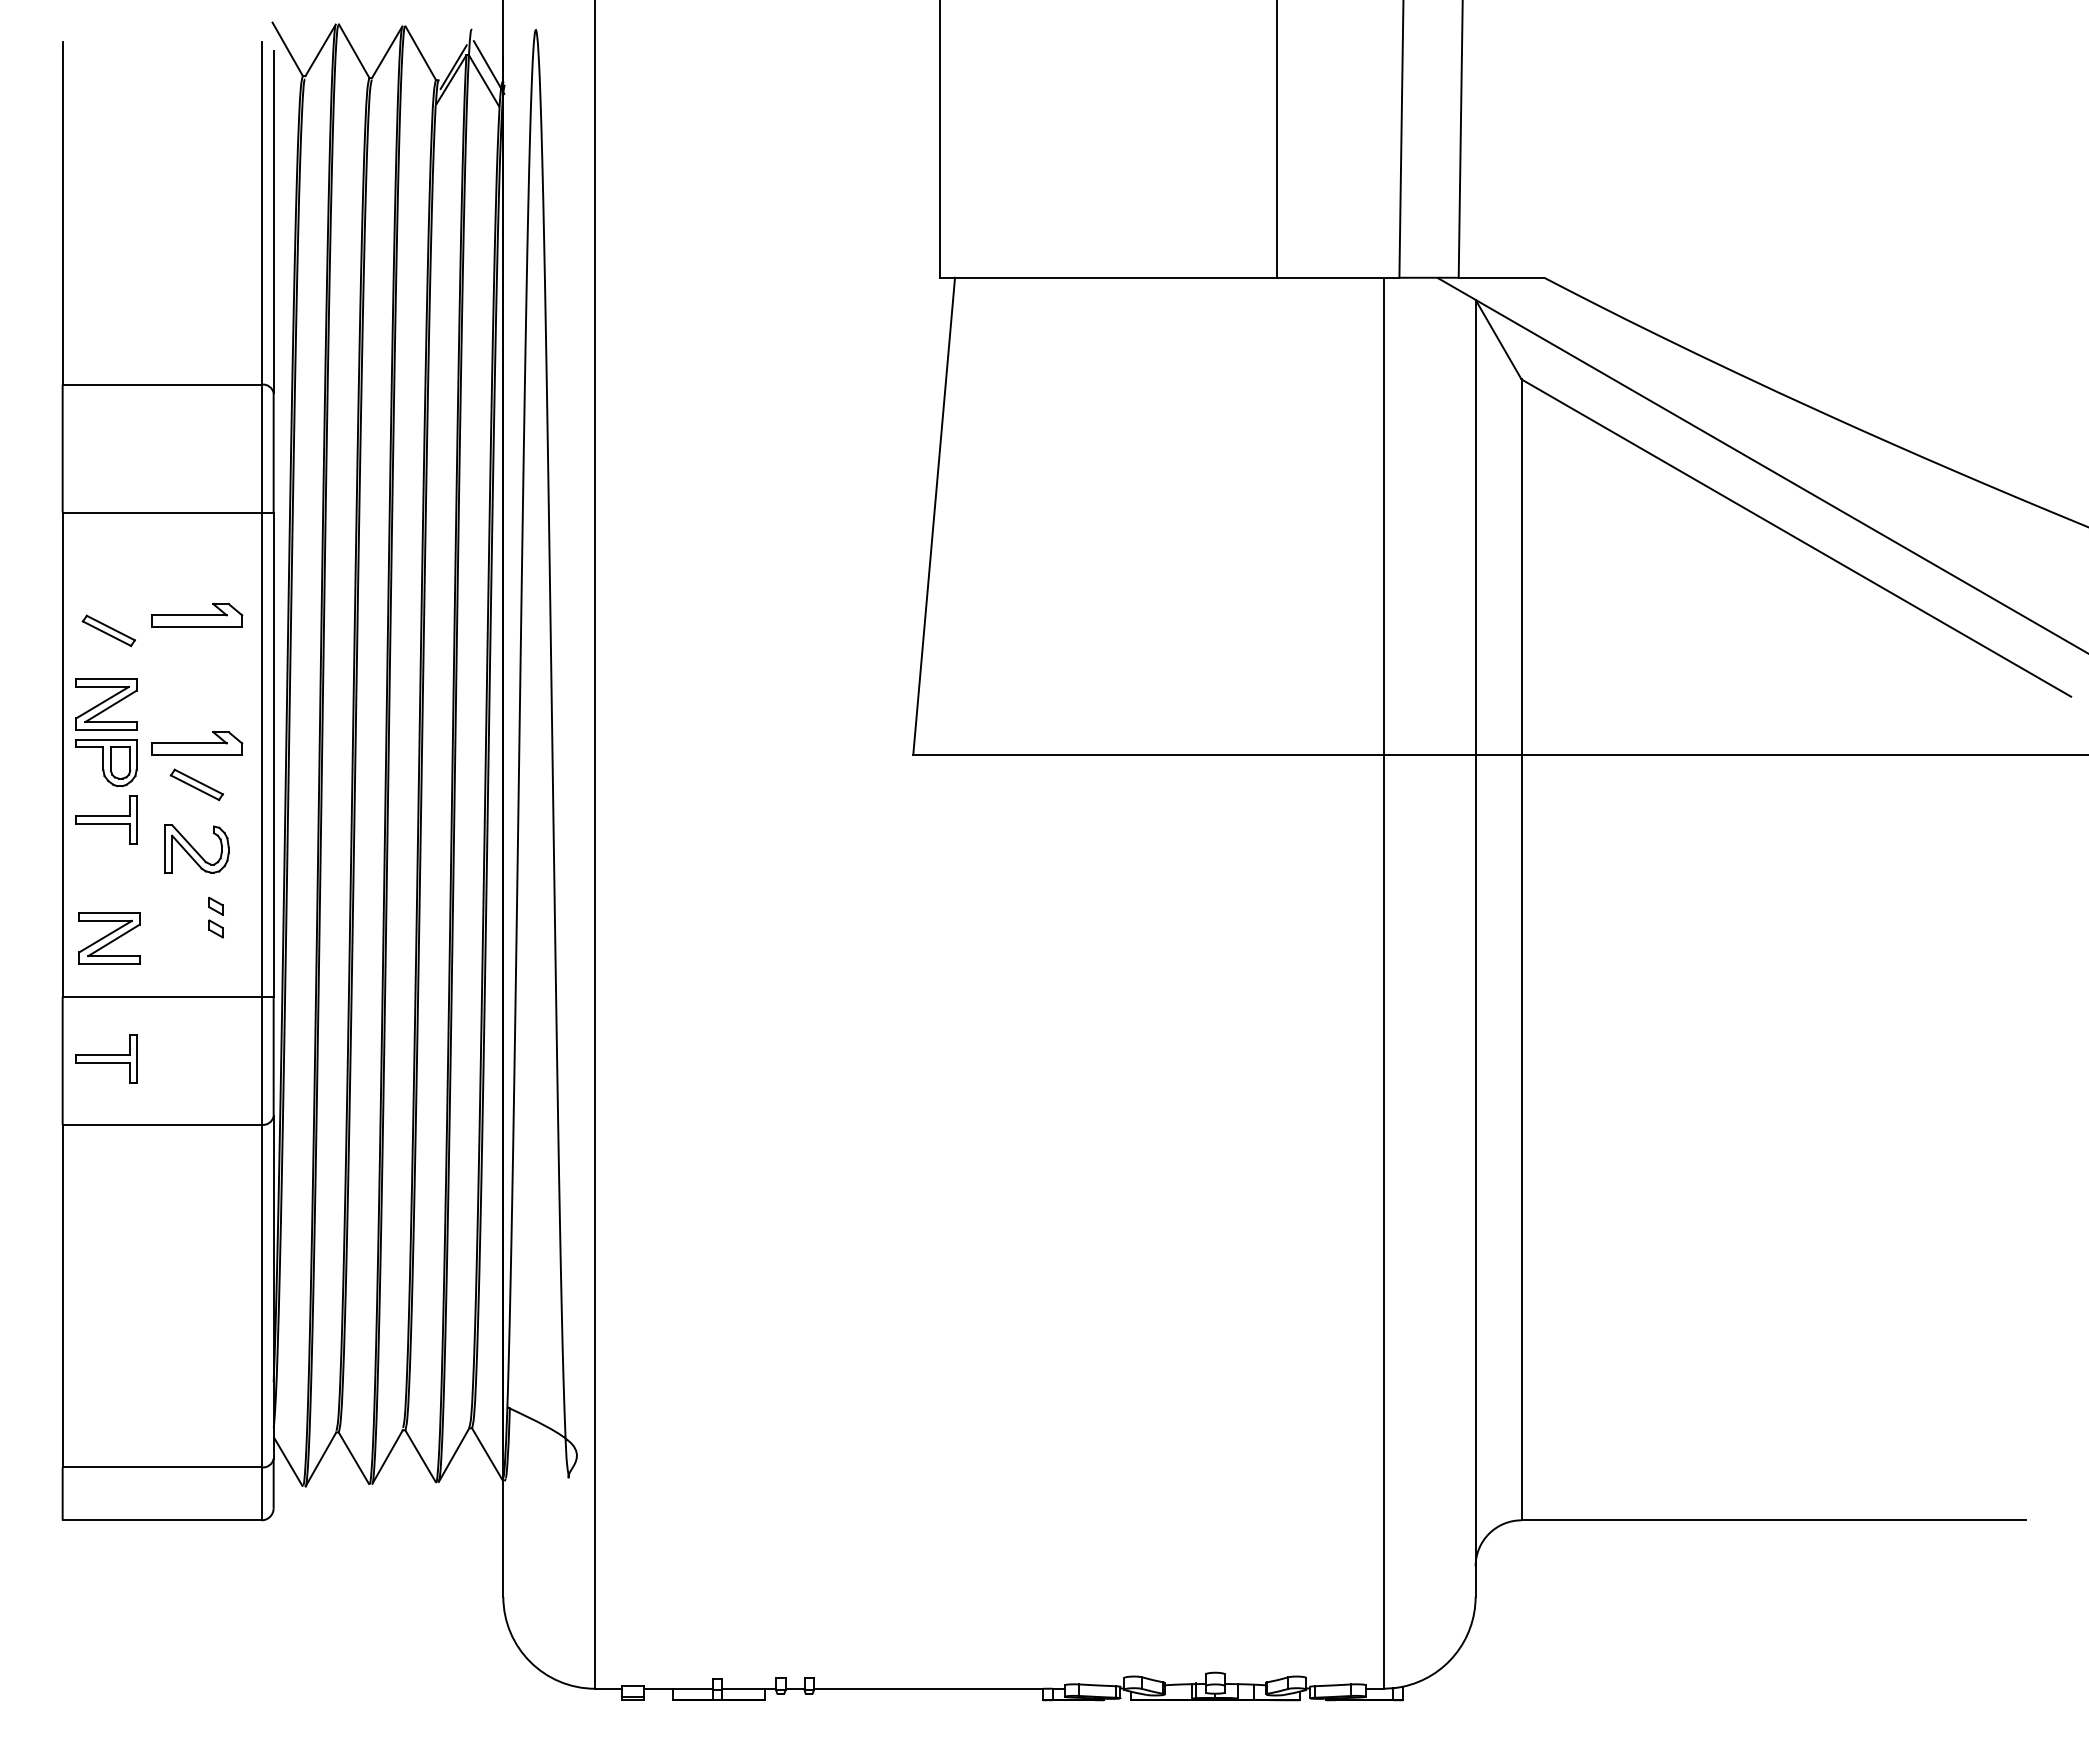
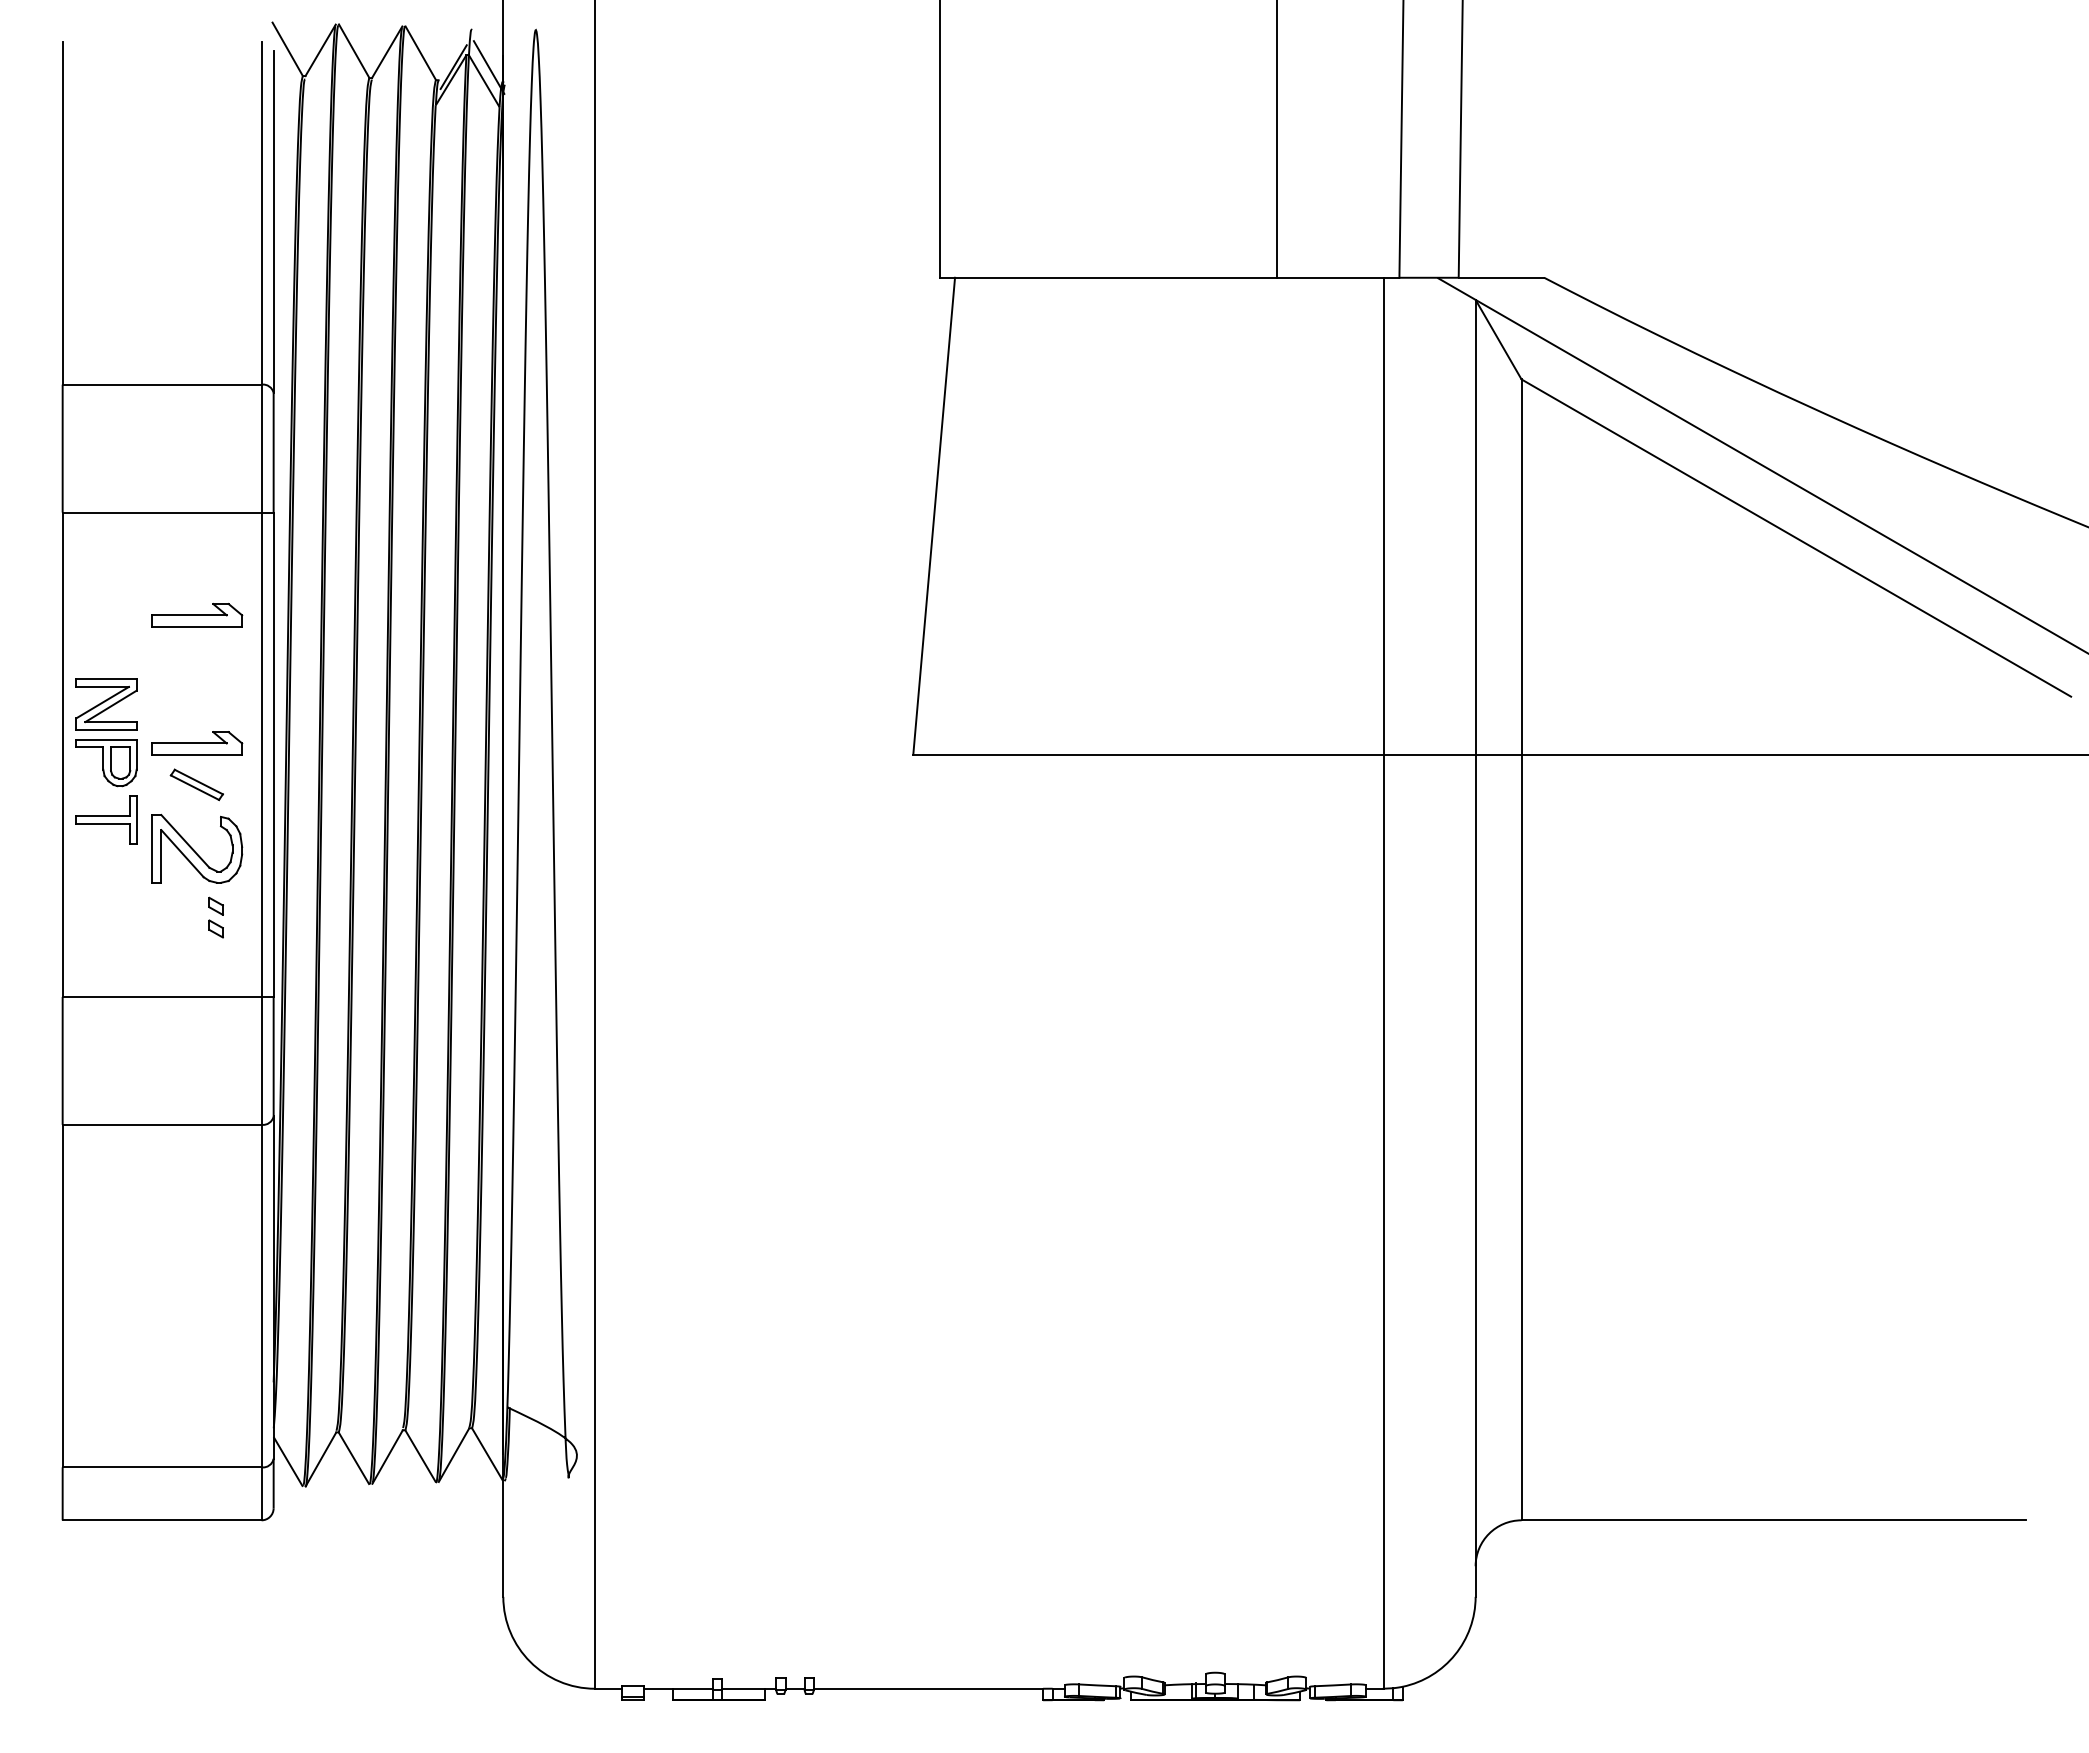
part at (108, 630): present -> none
part at (196, 848) size: 66x50 px -> 93x70 px
part at (109, 938): present -> none
part at (106, 1058): present -> none
